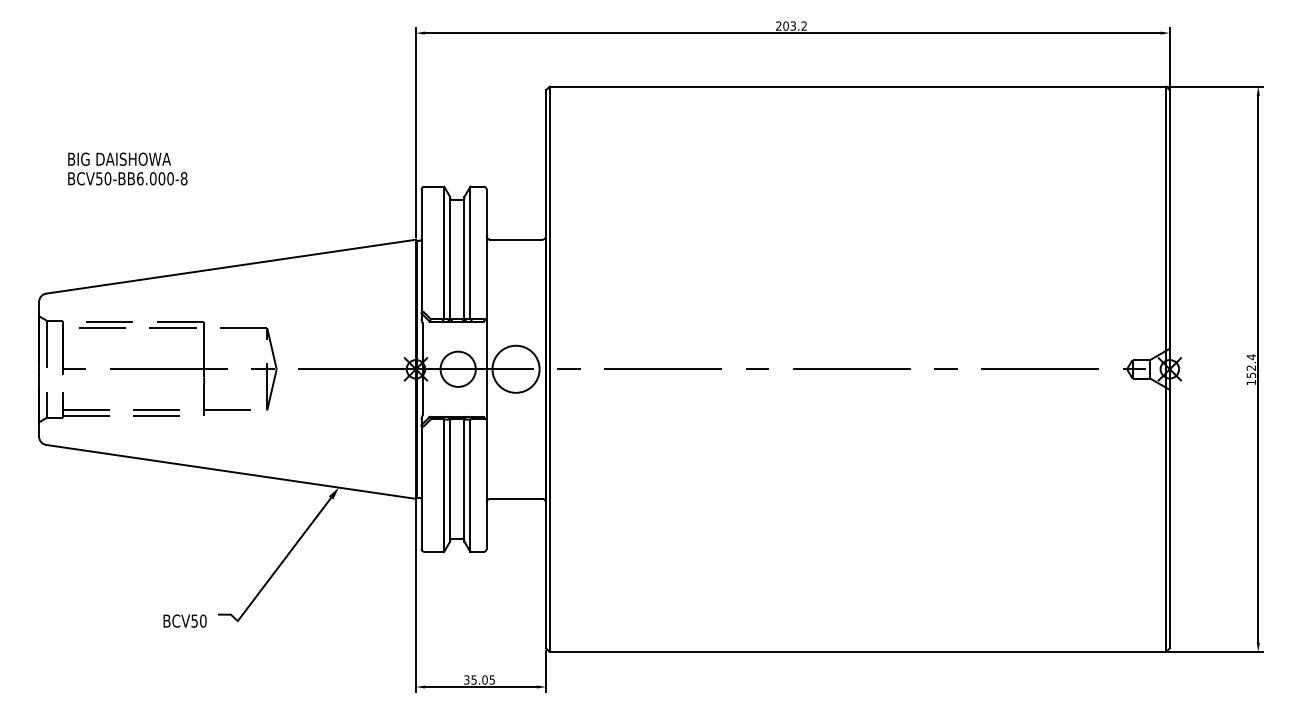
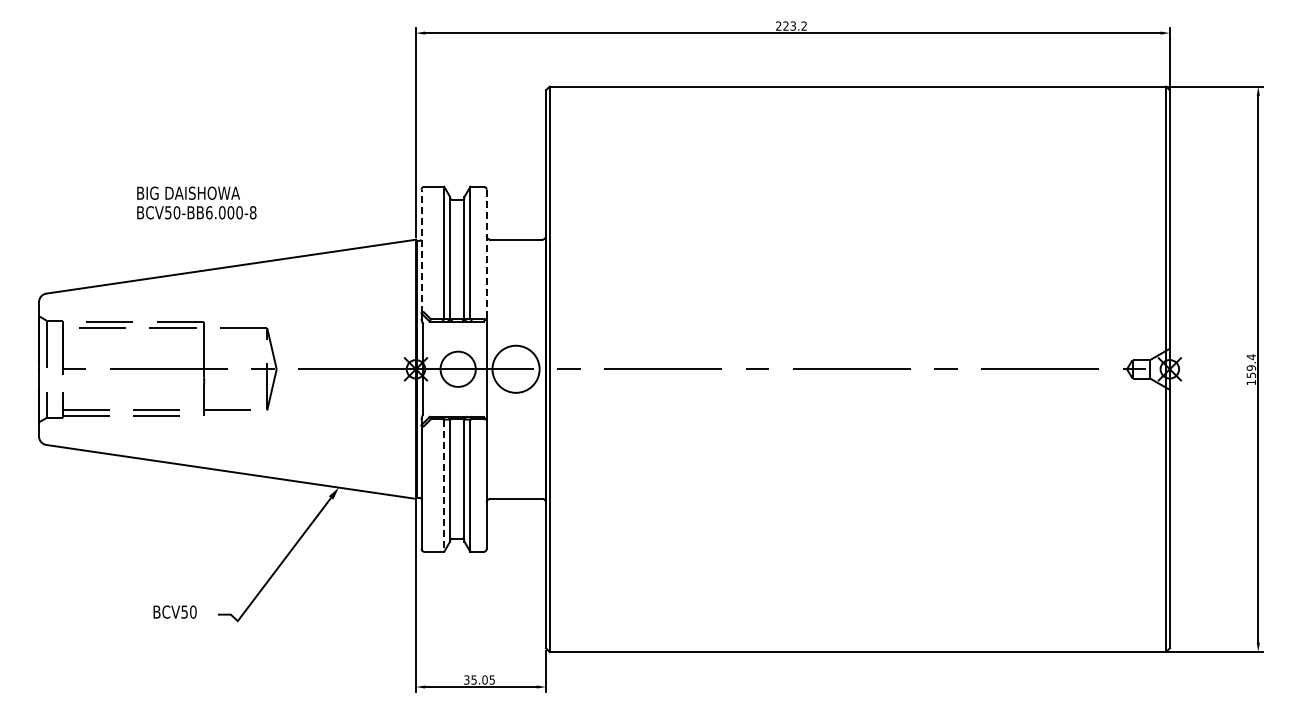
text at (785, 25): 203.2 -> 223.2
text at (127, 168) position: (127, 168) -> (196, 202)
line at (421, 251): solid -> dashed
line at (486, 254): solid -> dashed
text at (1251, 367): 152.4 -> 159.4
line at (444, 486): solid -> dashed
text at (184, 620) position: (184, 620) -> (174, 611)
